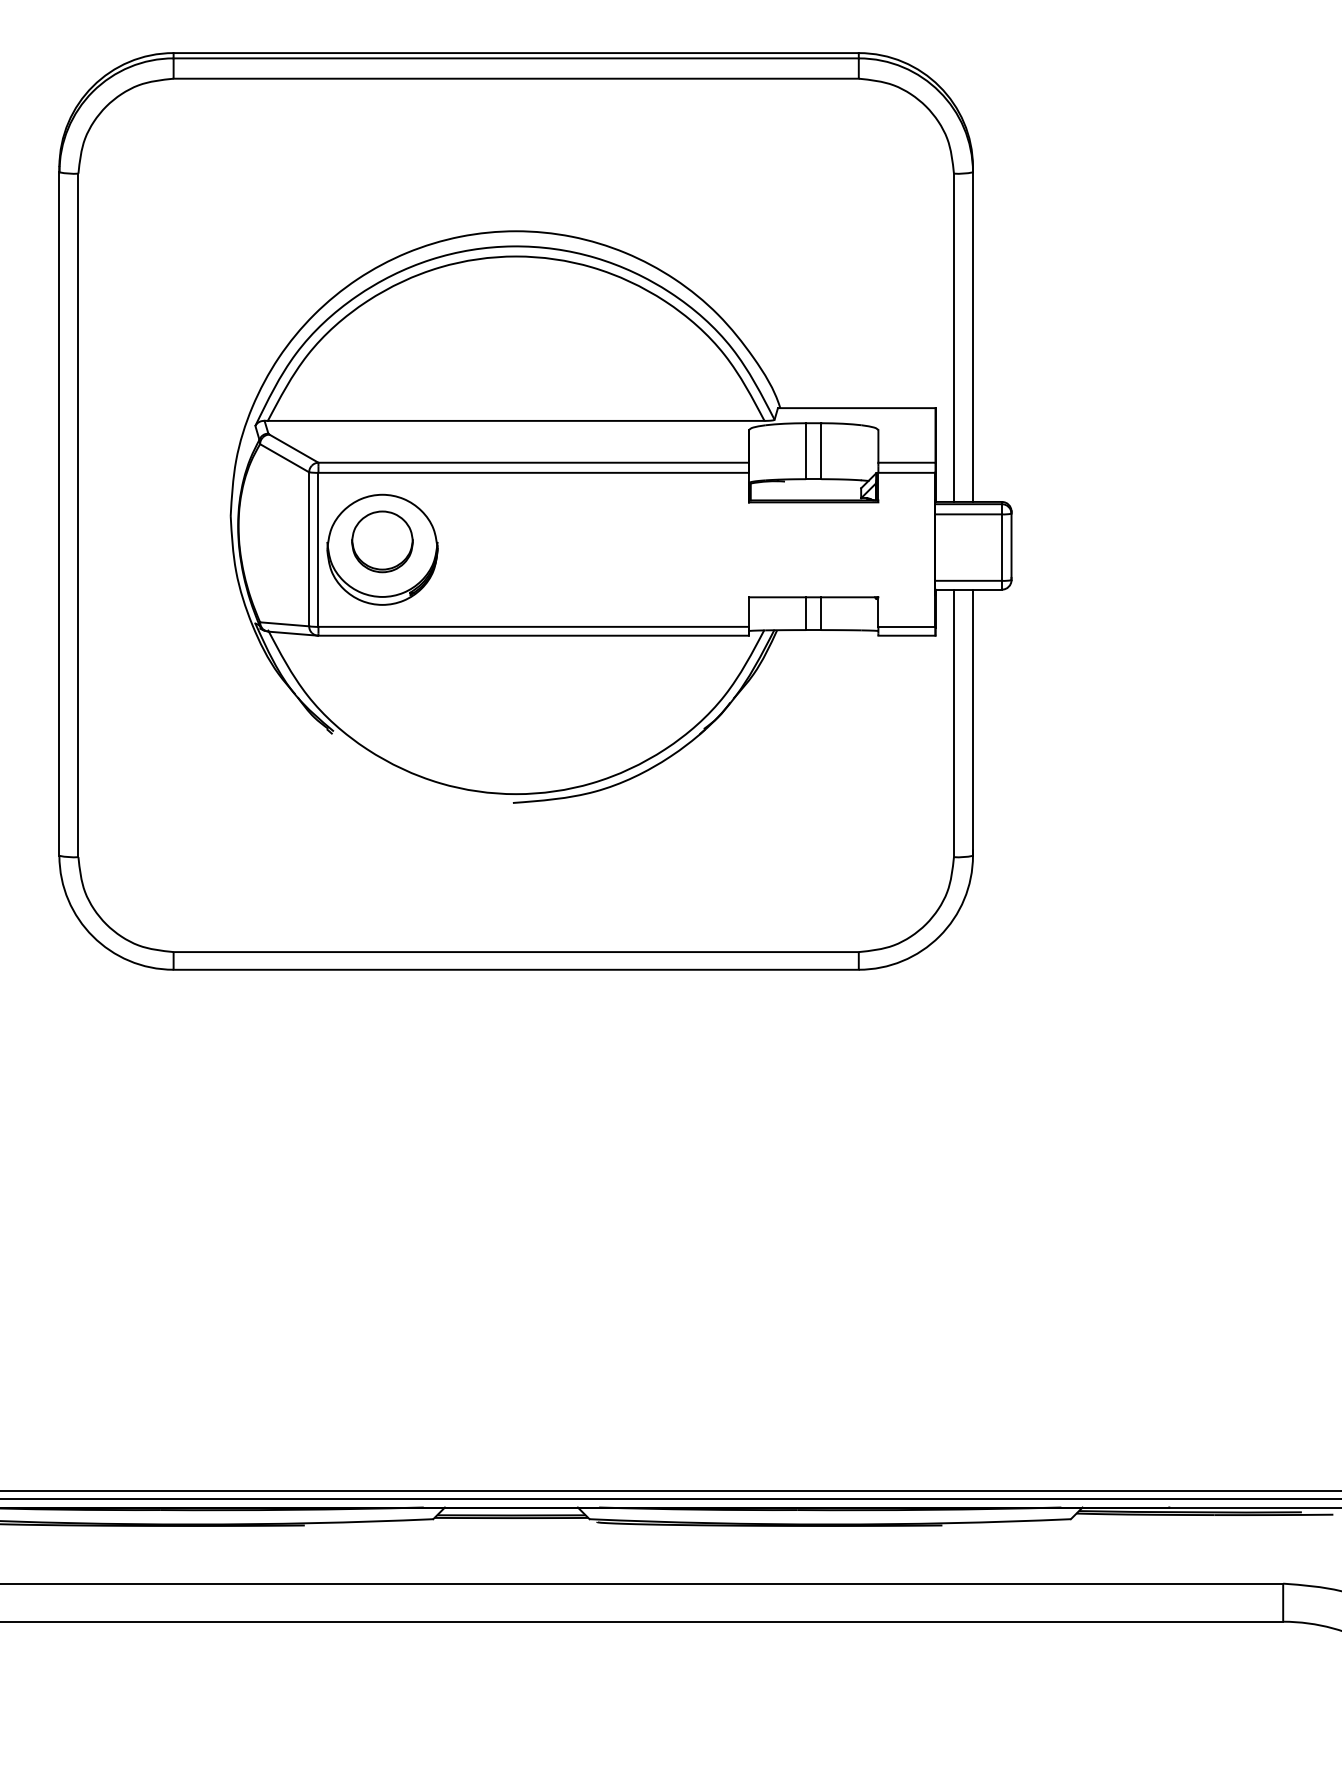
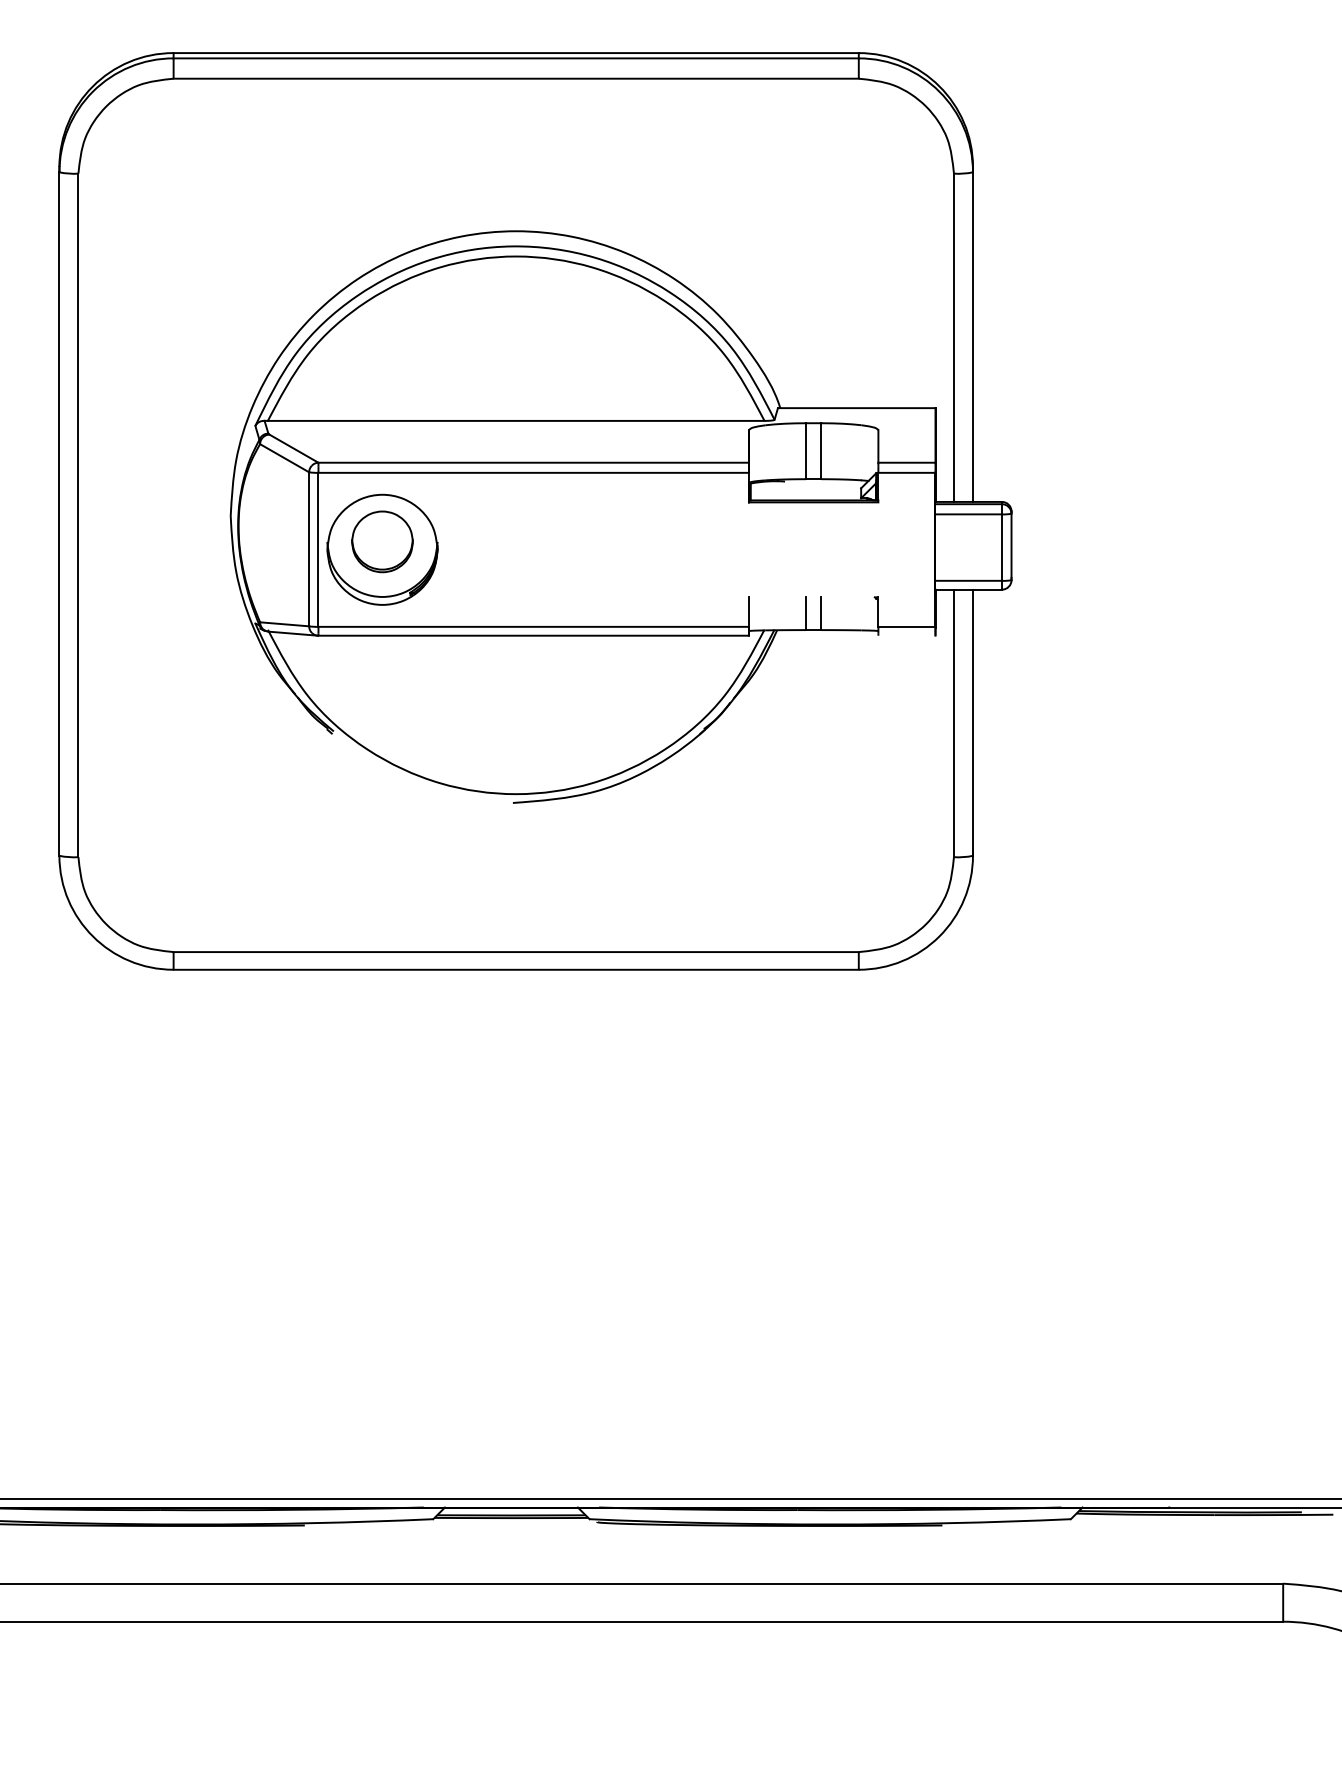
line at (813, 597): present -> none
line at (906, 635): present -> none
line at (670, 1490): present -> none
